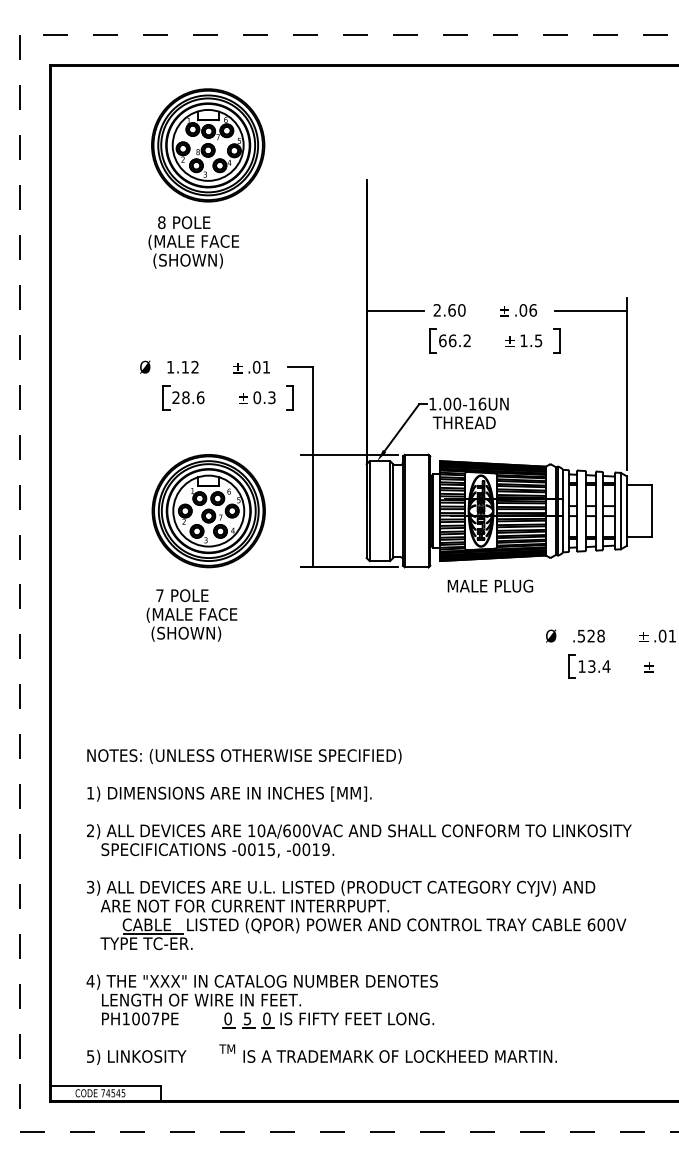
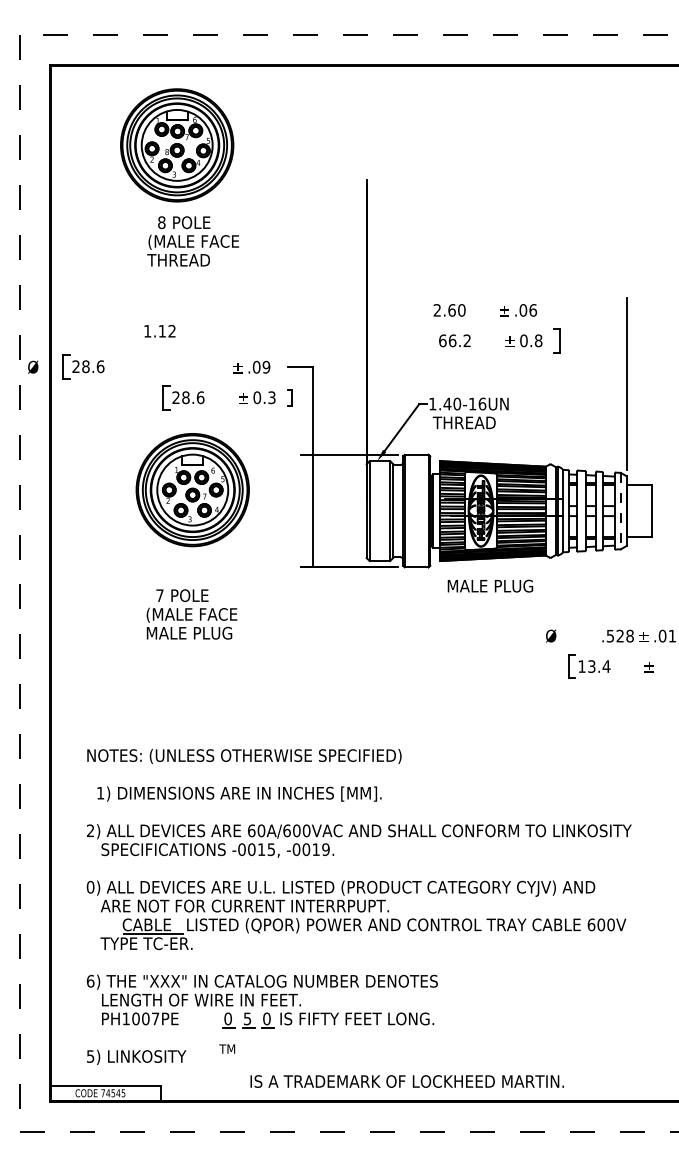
part at (208, 145) position: (208, 145) -> (177, 145)
text at (184, 260): (SHOWN) -> THREAD
line at (394, 310): present -> none
line at (590, 310): present -> none
part at (432, 340): present -> none
text at (531, 340): 1.5 -> 0.8
part at (83, 366): none -> present
text at (145, 366) position: (145, 366) -> (33, 366)
text at (182, 366) position: (182, 366) -> (159, 330)
text at (266, 366): .01 -> .09
part at (289, 397) size: 8x26 px -> 6x18 px
text at (447, 403): 1.00-16UN -> 1.40-16UN
part at (208, 511) position: (208, 511) -> (192, 490)
line at (620, 511): solid -> dashed
text at (189, 633): (SHOWN) -> MALE PLUG
text at (588, 635) position: (588, 635) -> (617, 635)
text at (229, 793) position: (229, 793) -> (239, 793)
text at (251, 830): 10A/600VAC -> 60A/600VAC
text at (90, 886): 3) -> 0)
text at (90, 980): 4) -> 6)
text at (399, 1056) position: (399, 1056) -> (406, 1081)
